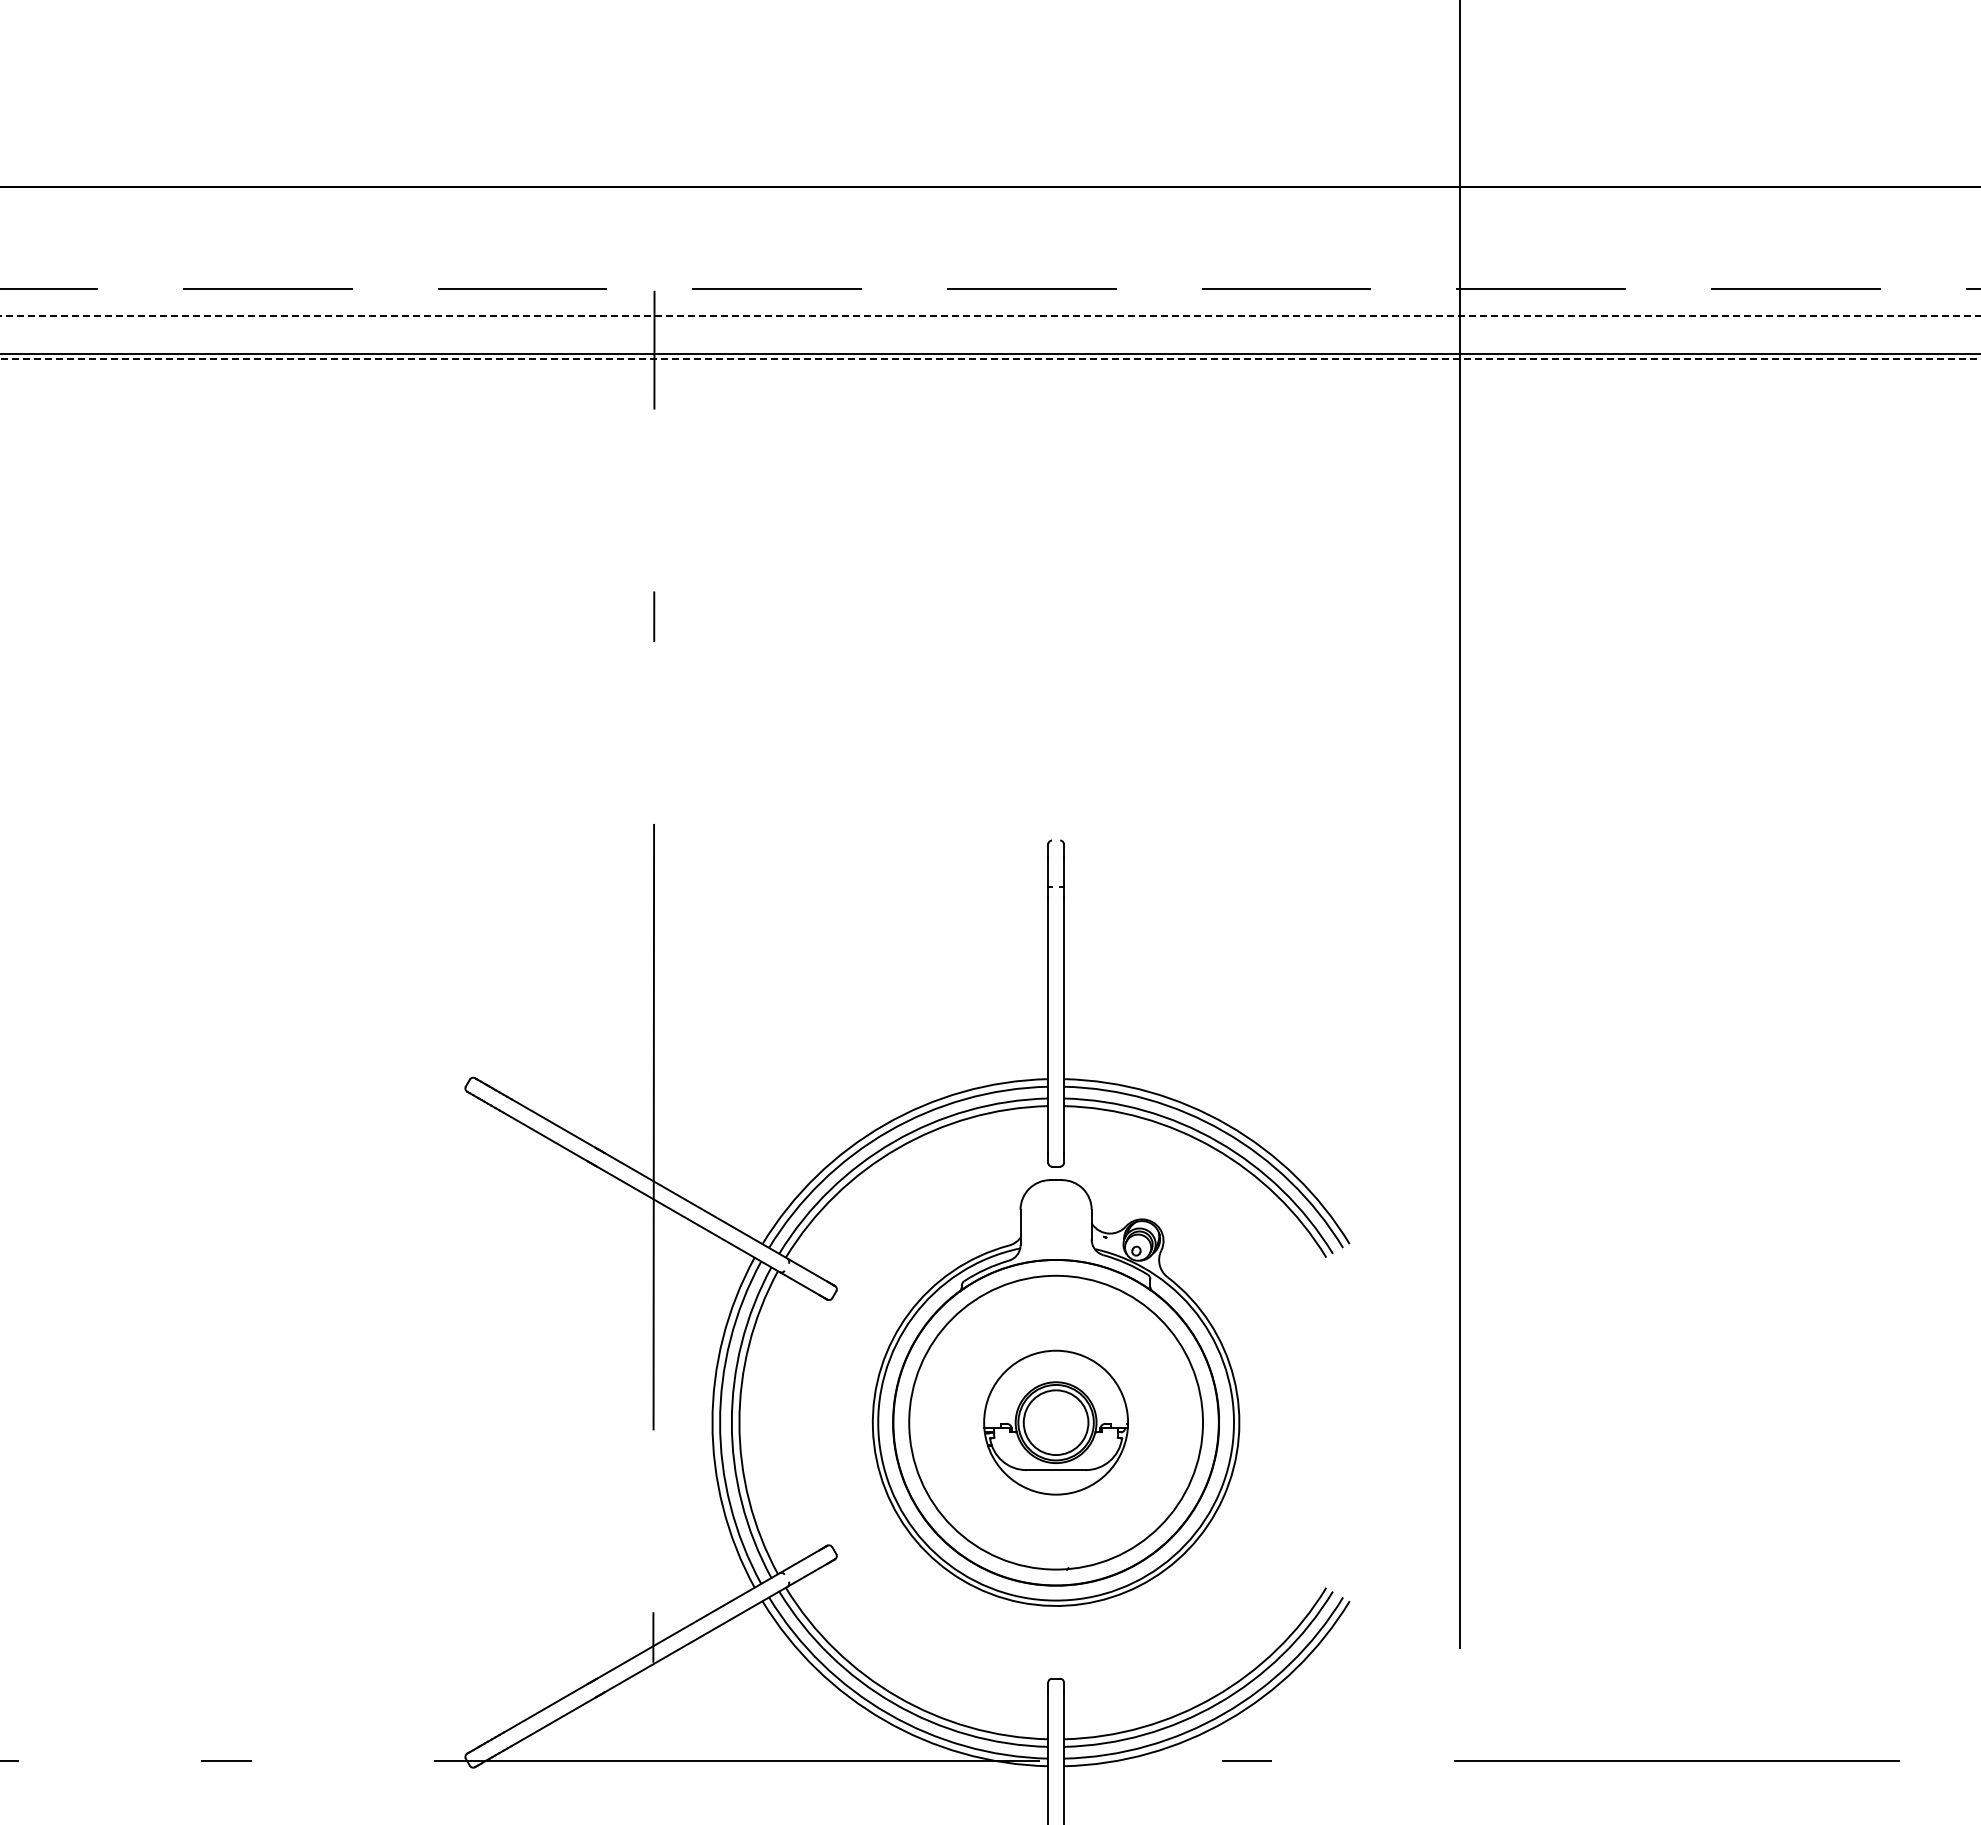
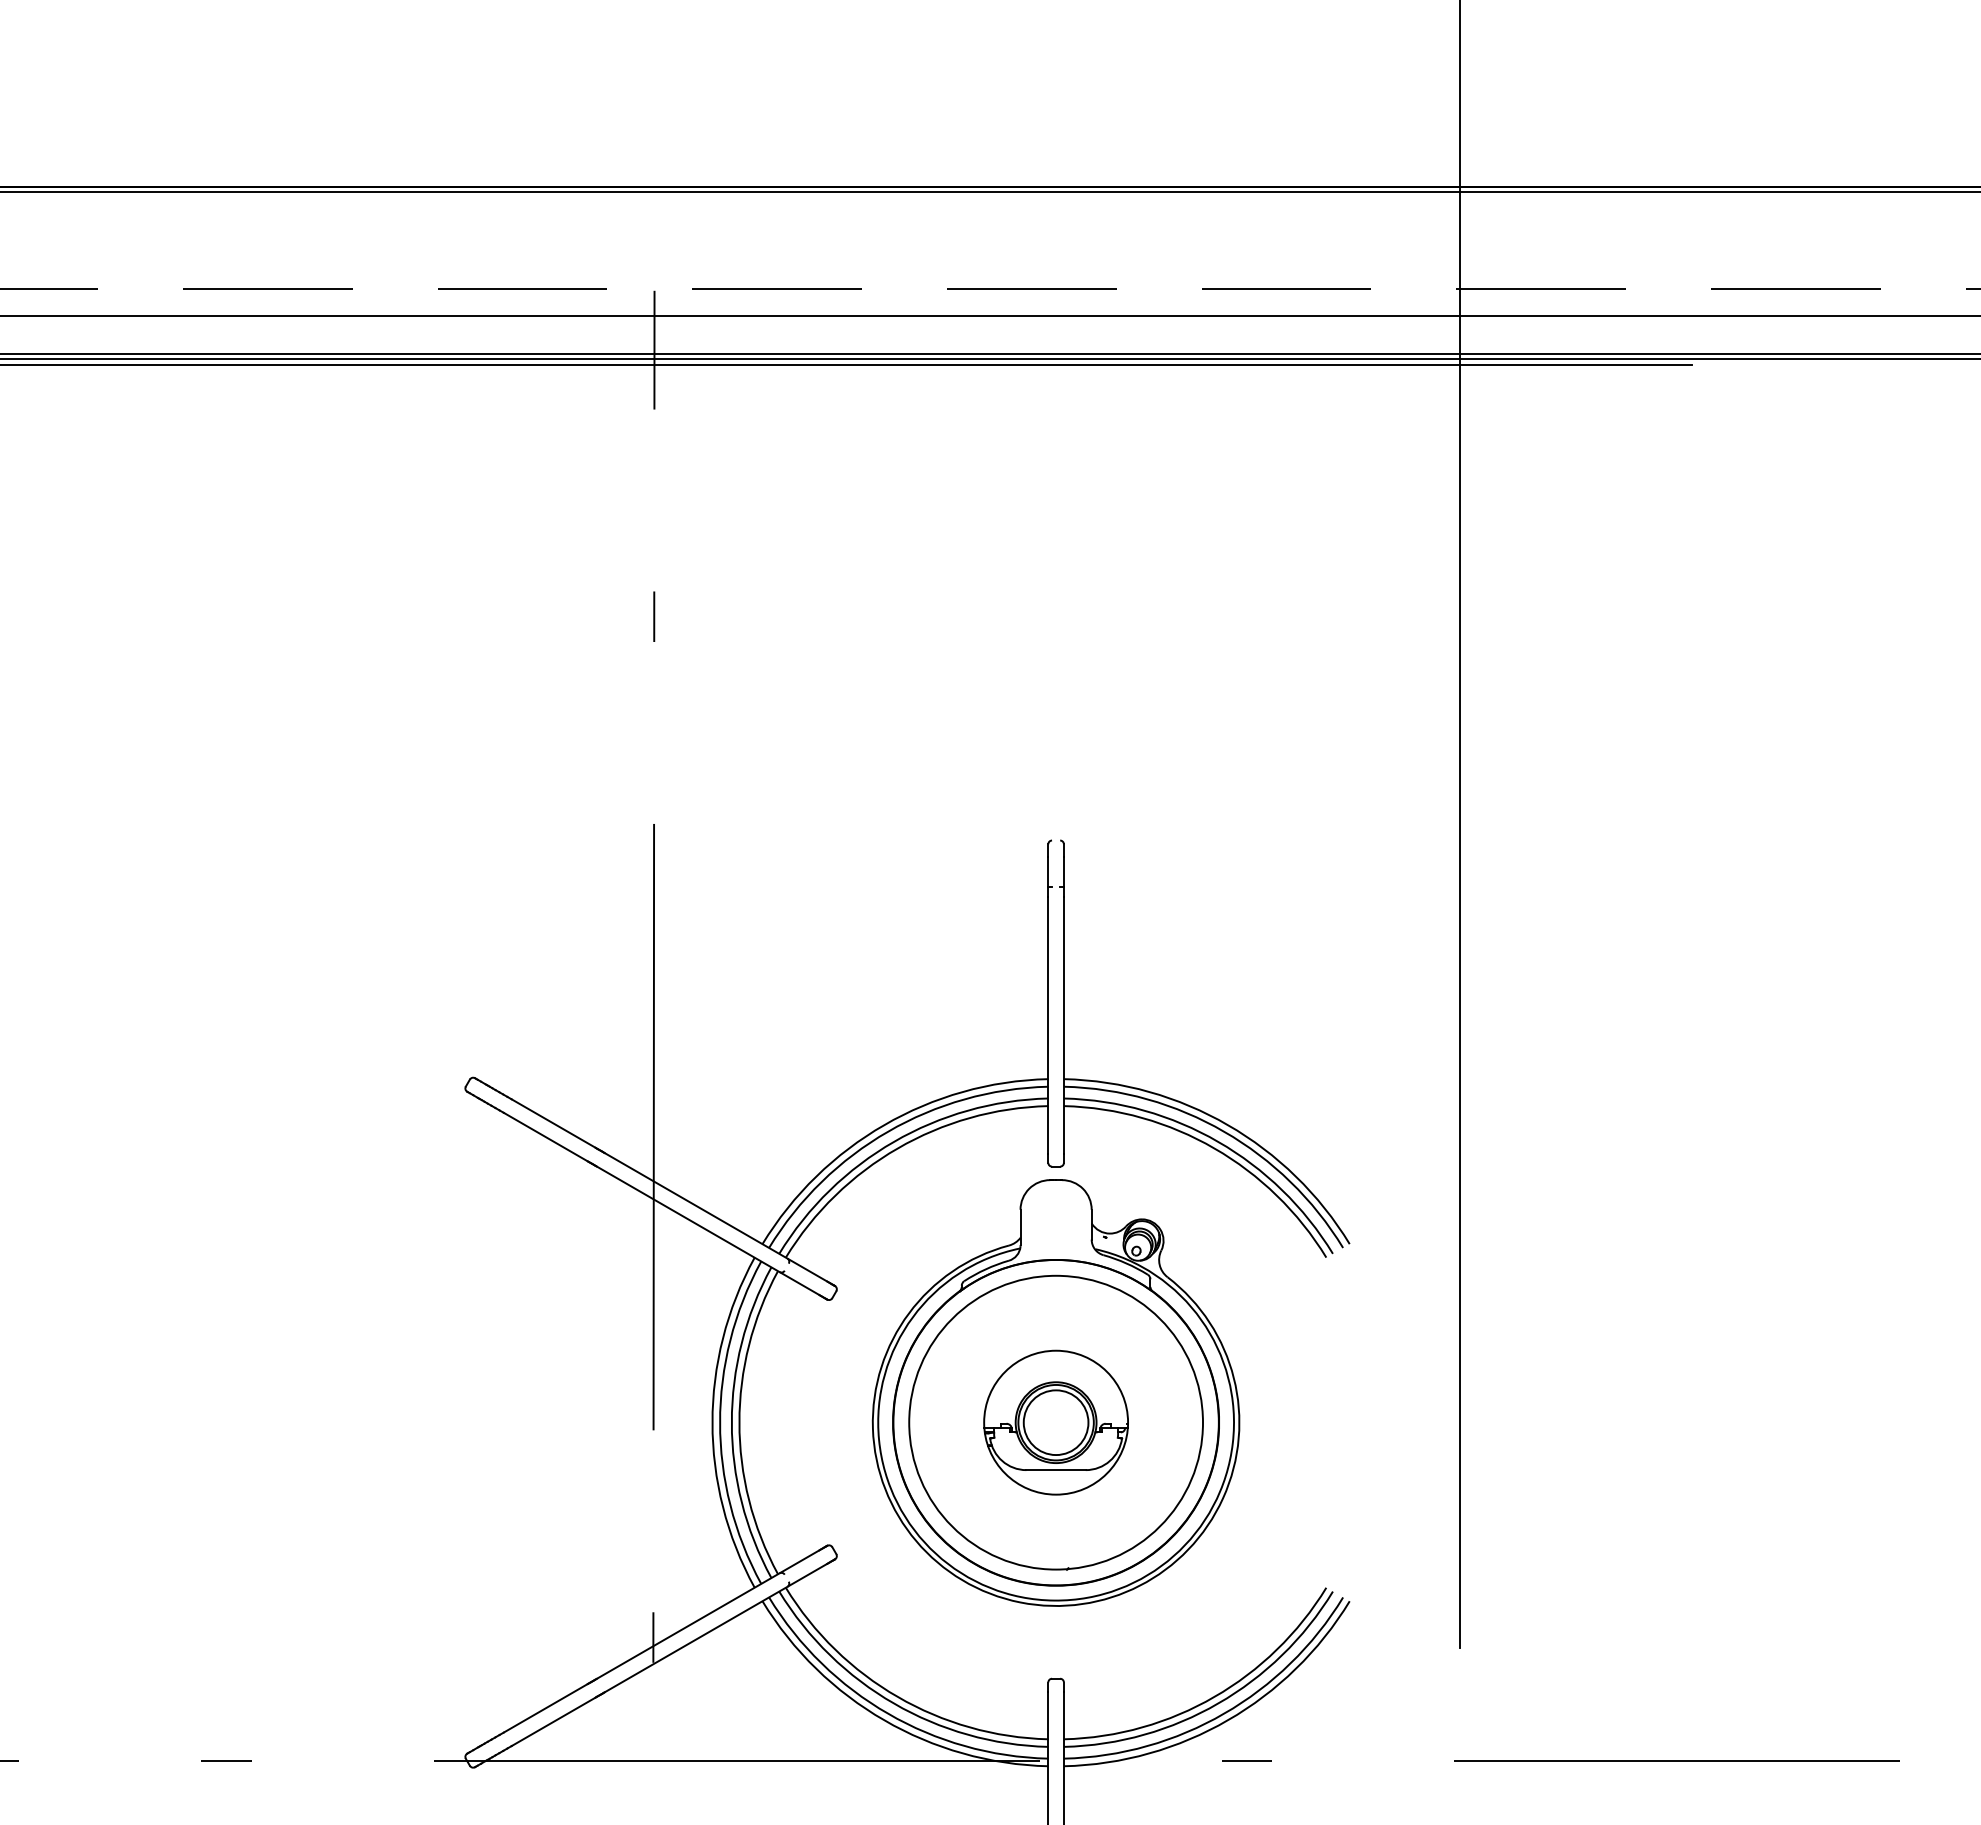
line at (989, 192): none -> present
line at (989, 316): dashed -> solid
line at (989, 359): dashed -> solid
line at (847, 364): none -> present
